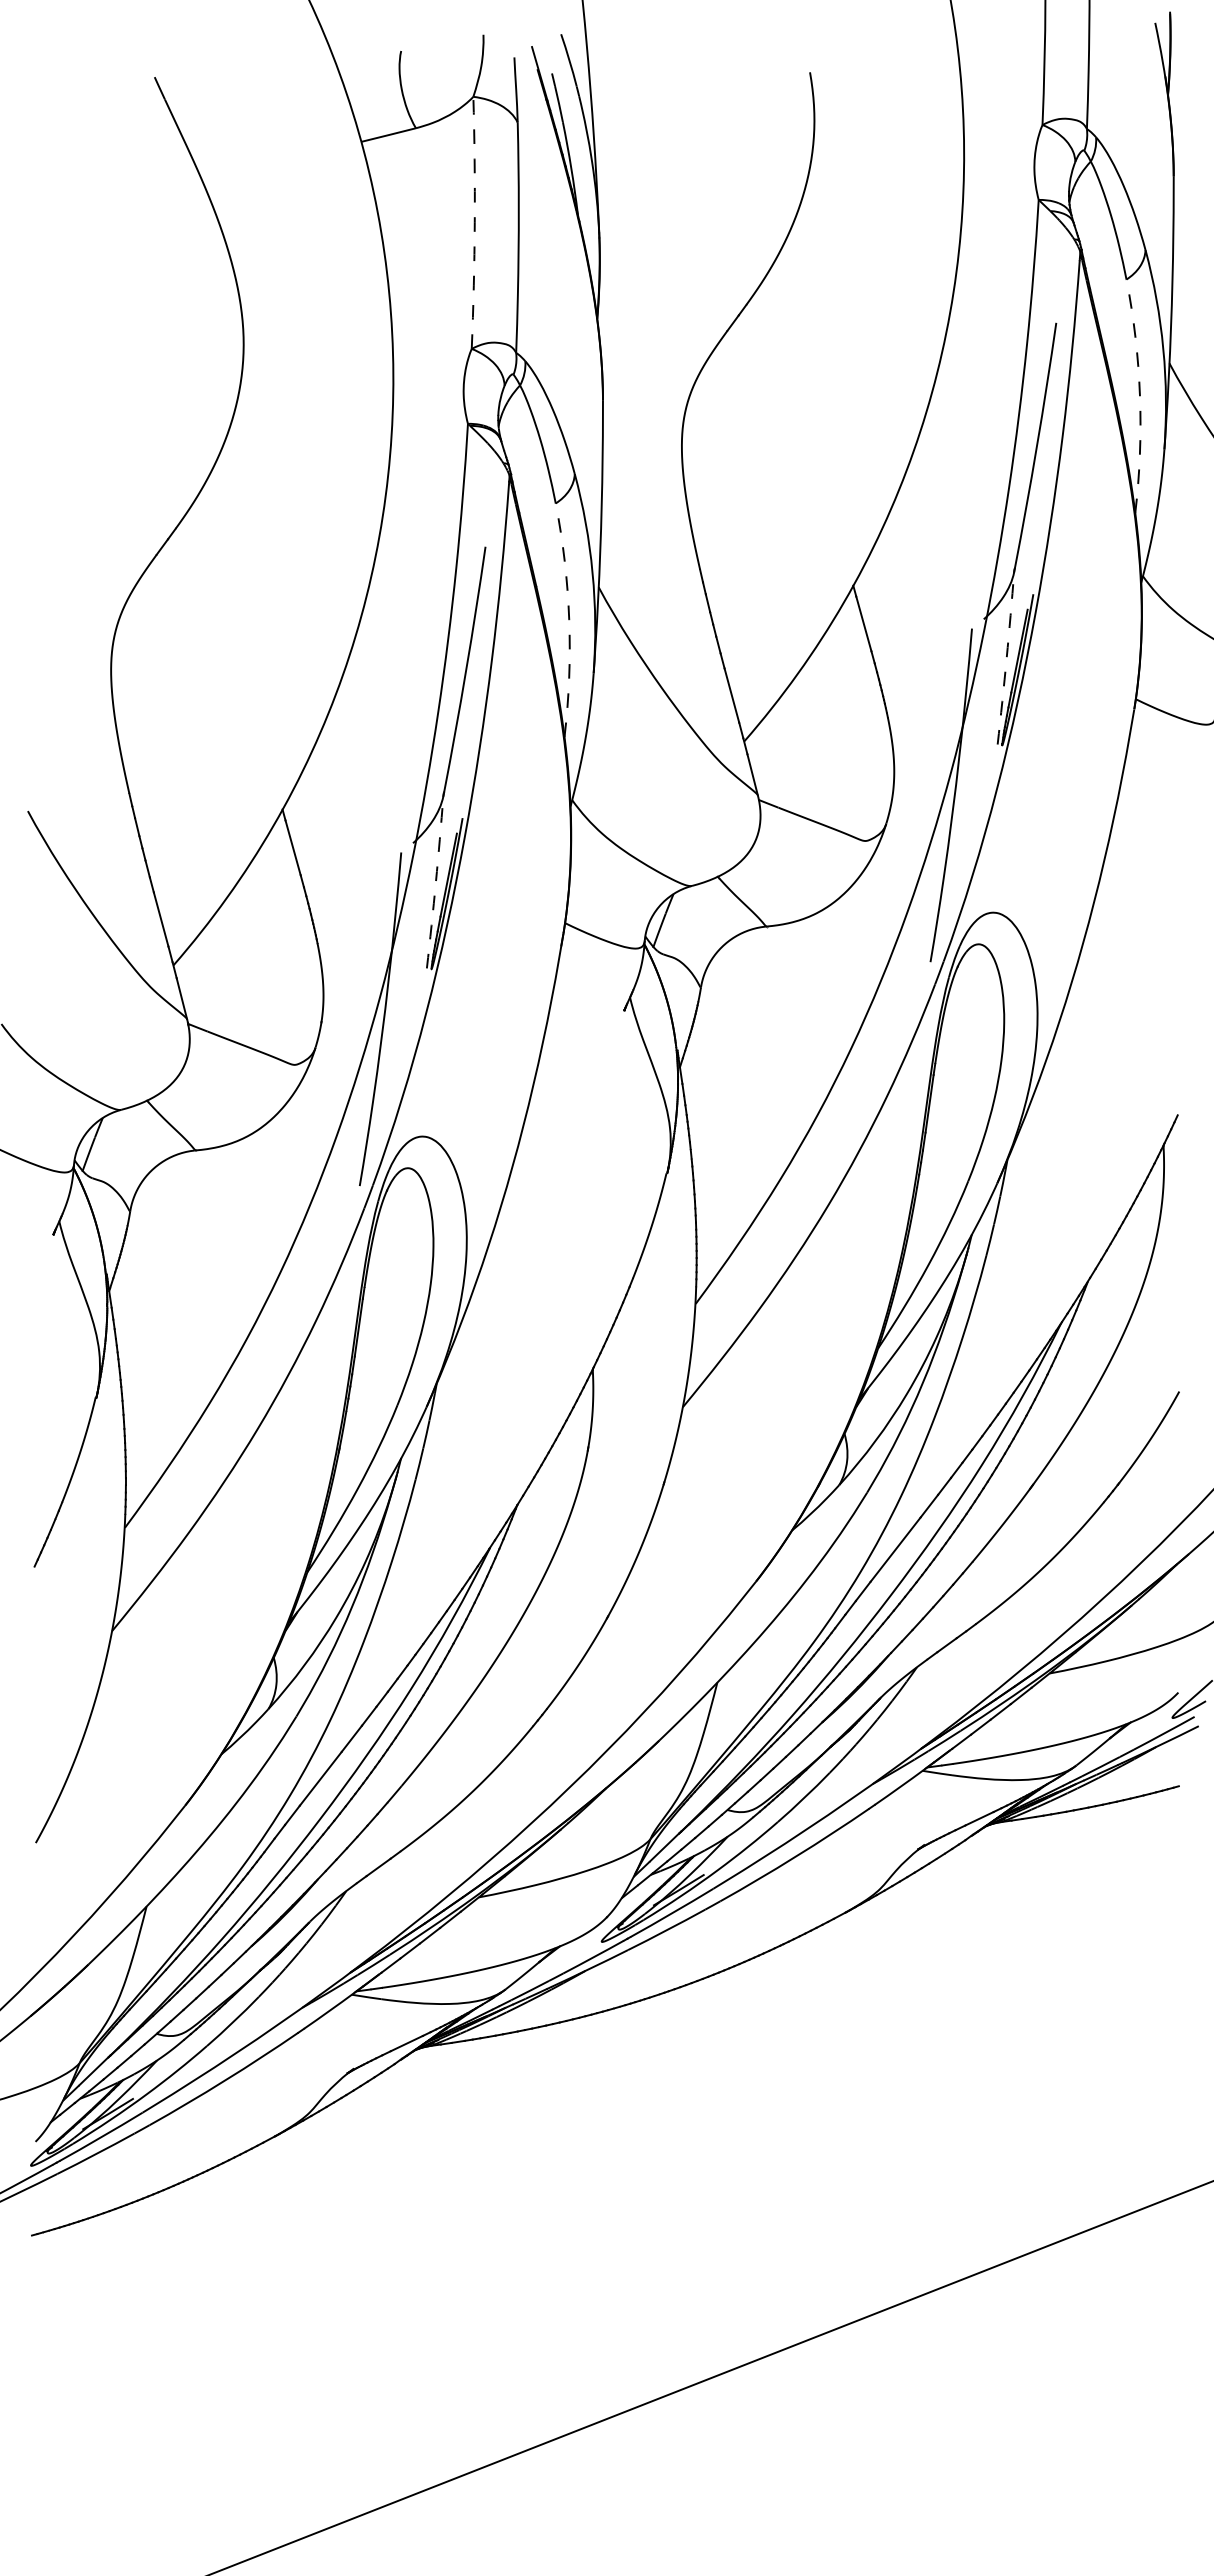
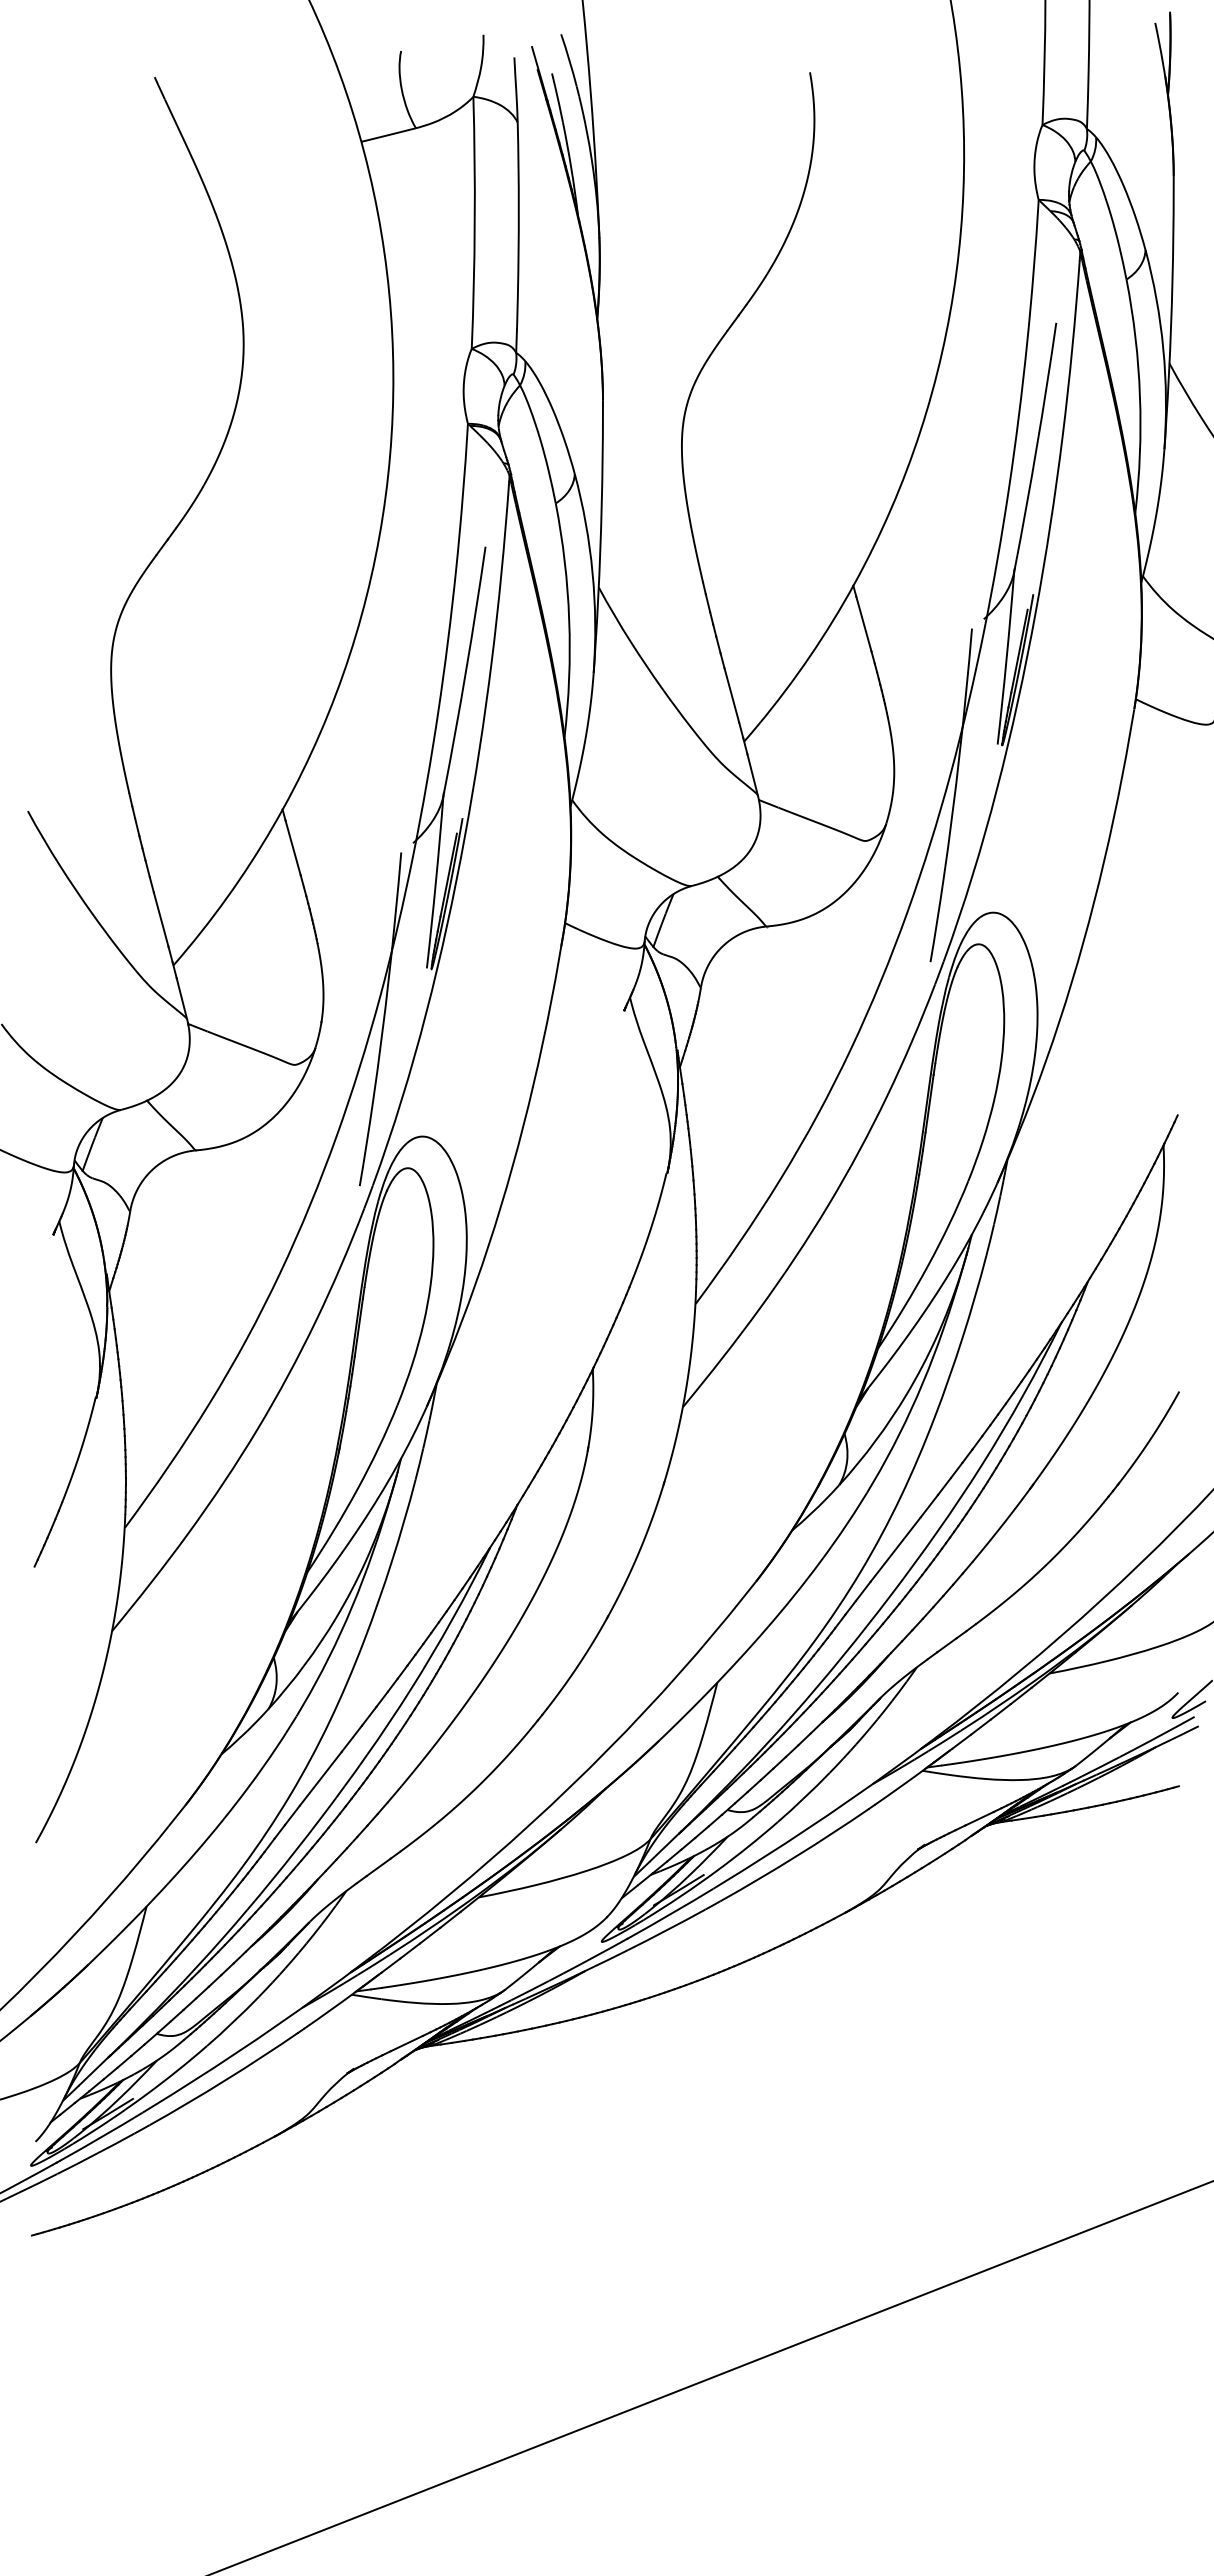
arc at (474, 222): dashed -> solid
arc at (1139, 396): dashed -> solid
arc at (569, 619): dashed -> solid
arc at (1006, 658): dashed -> solid
arc at (435, 882): dashed -> solid
